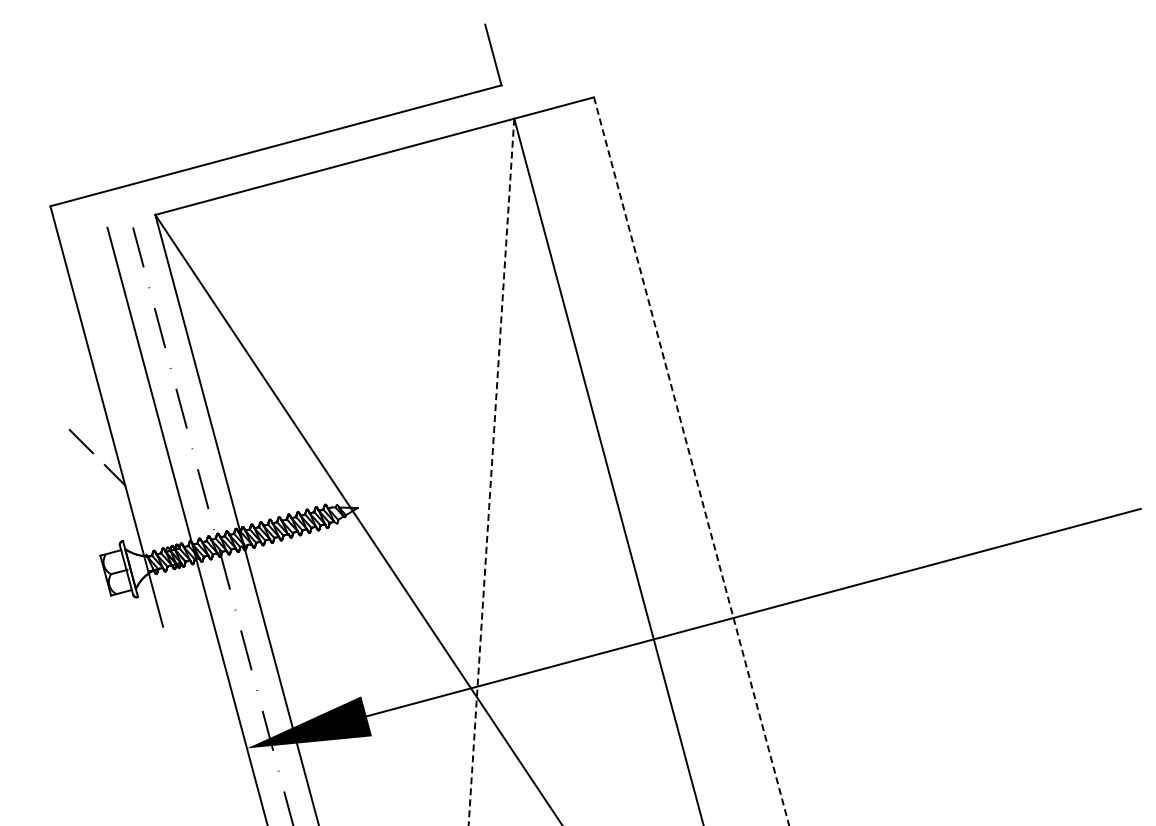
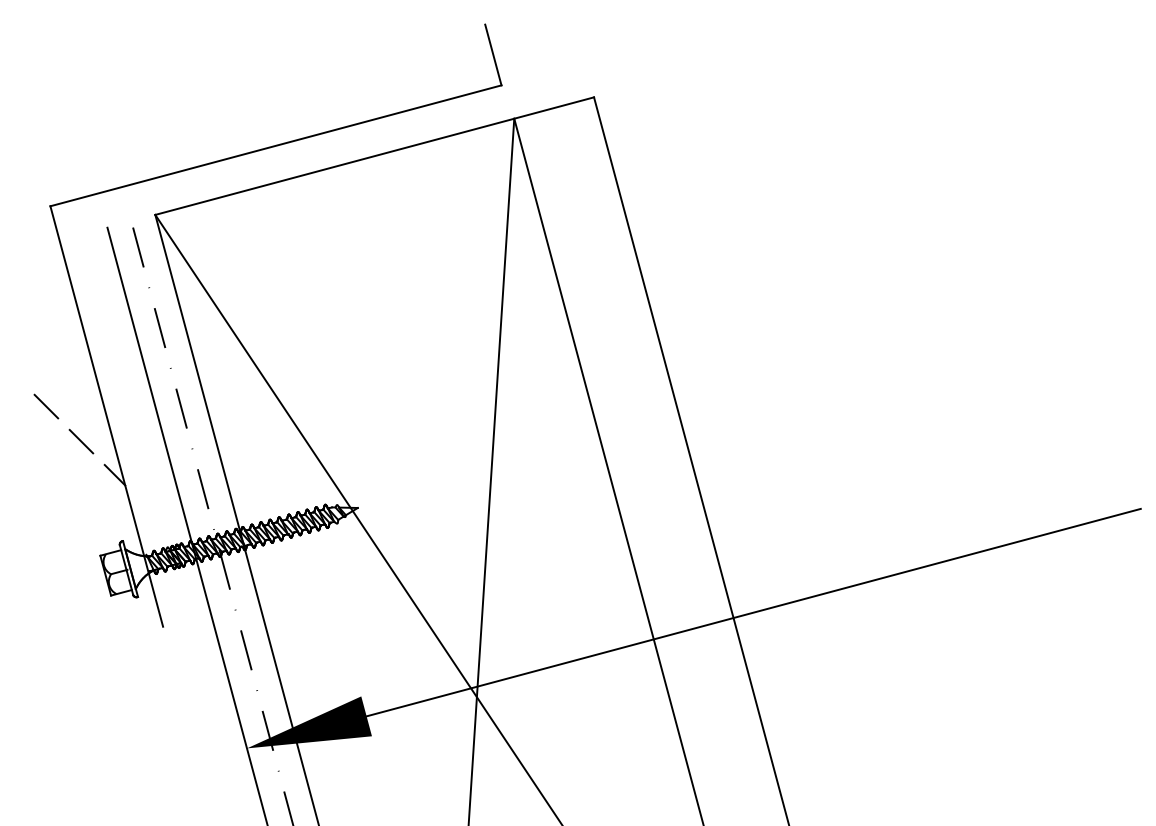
line at (46, 406): none -> present
line at (691, 461): dashed -> solid
line at (491, 472): dashed -> solid
